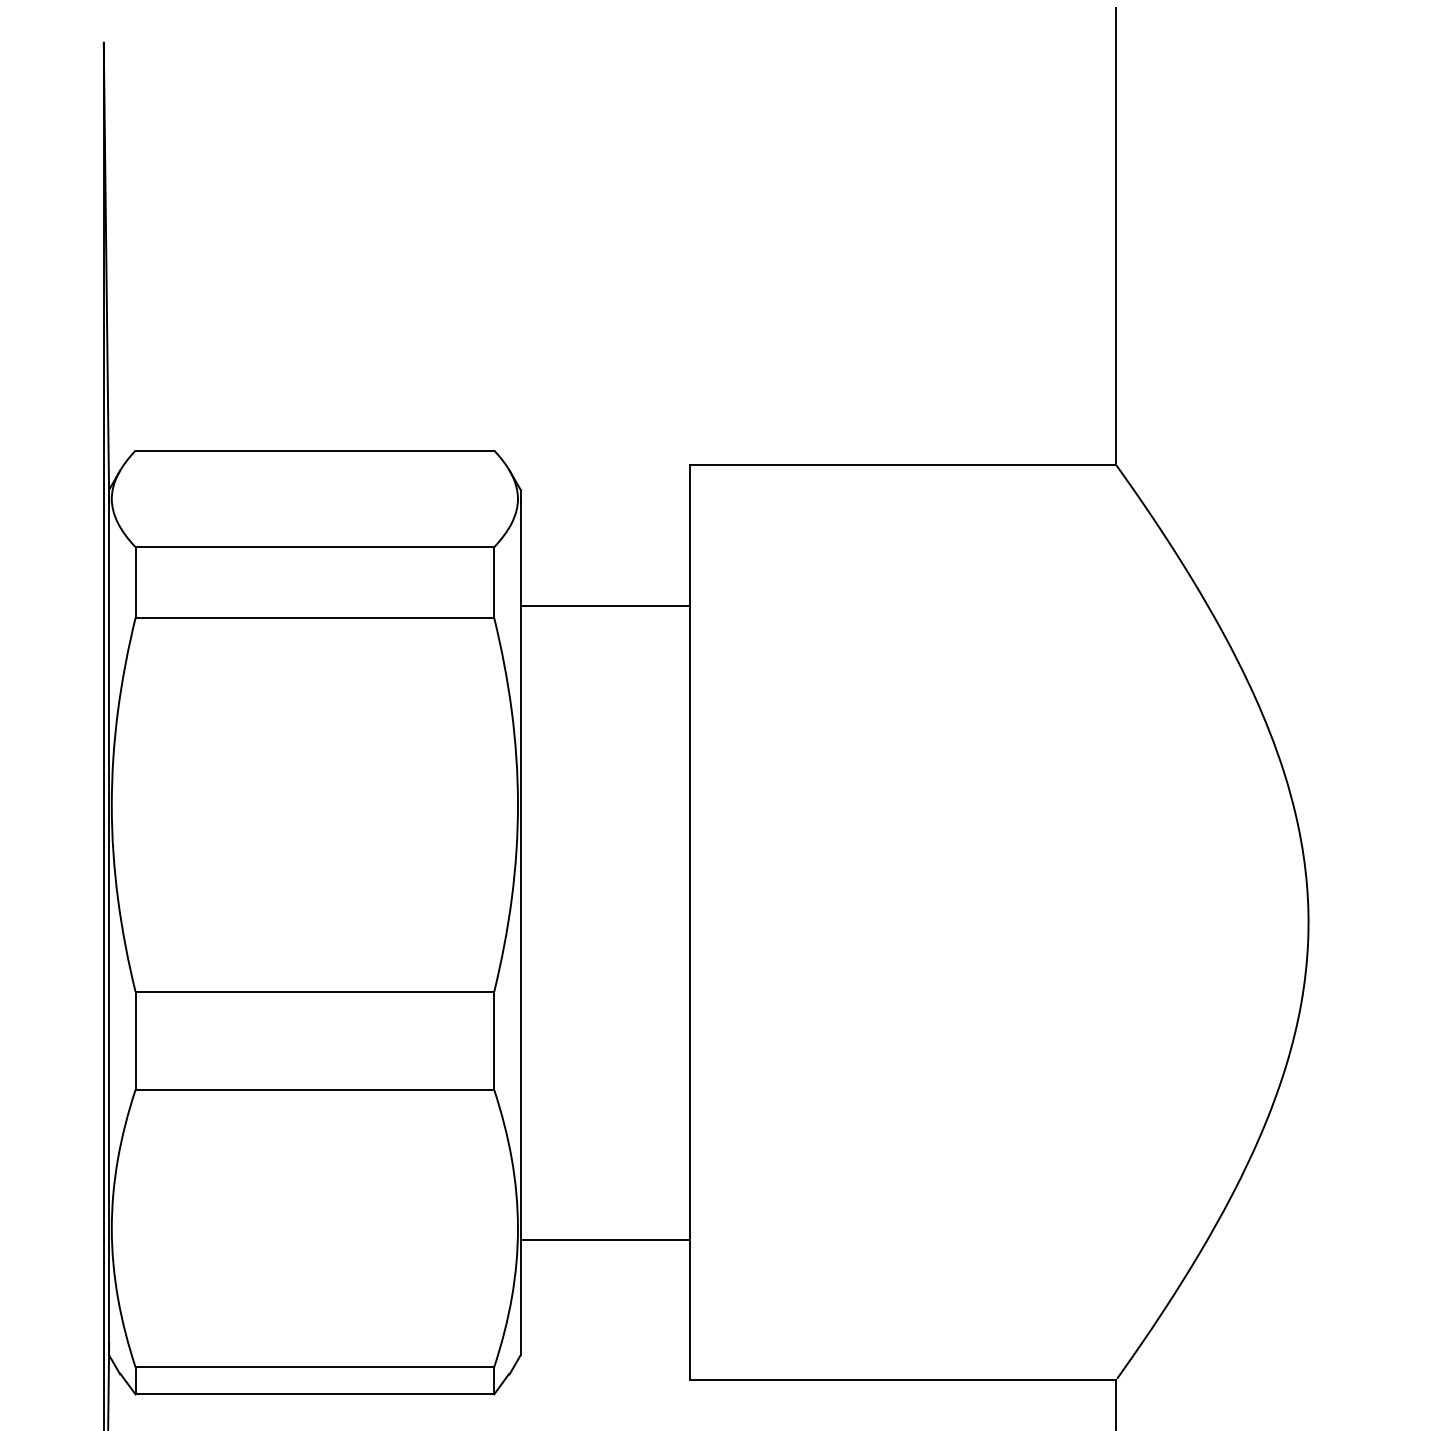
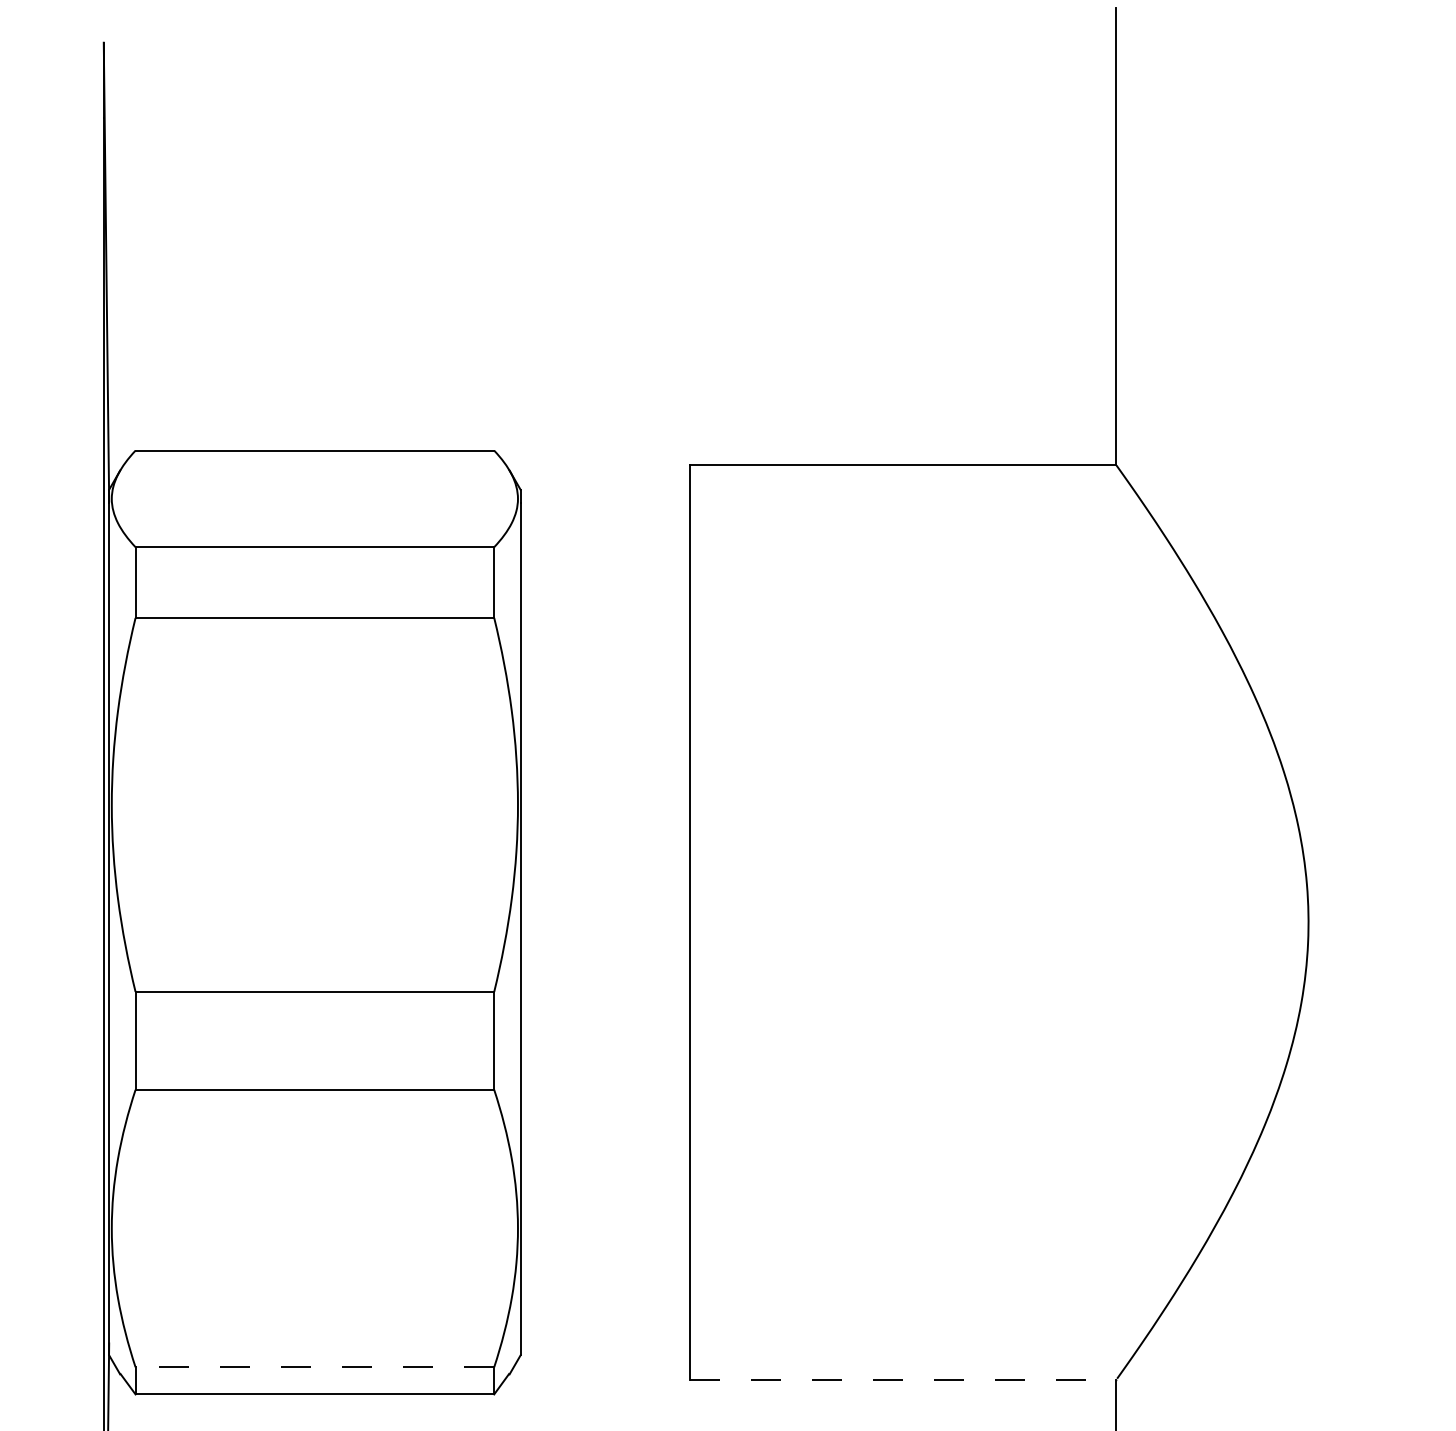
line at (604, 605): present -> none
line at (604, 1239): present -> none
line at (314, 1367): solid -> dashed
line at (903, 1379): solid -> dashed
